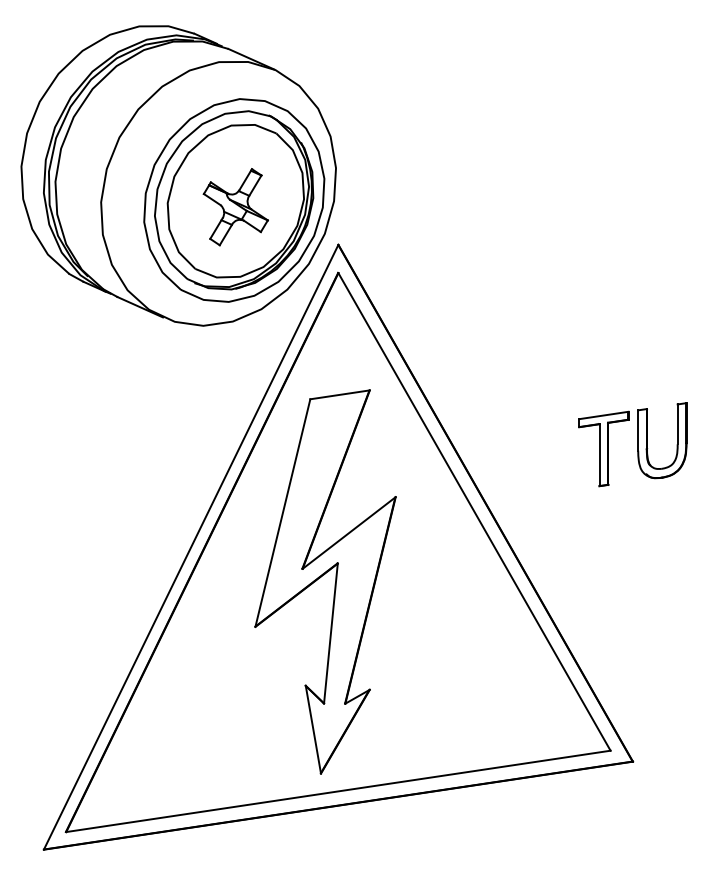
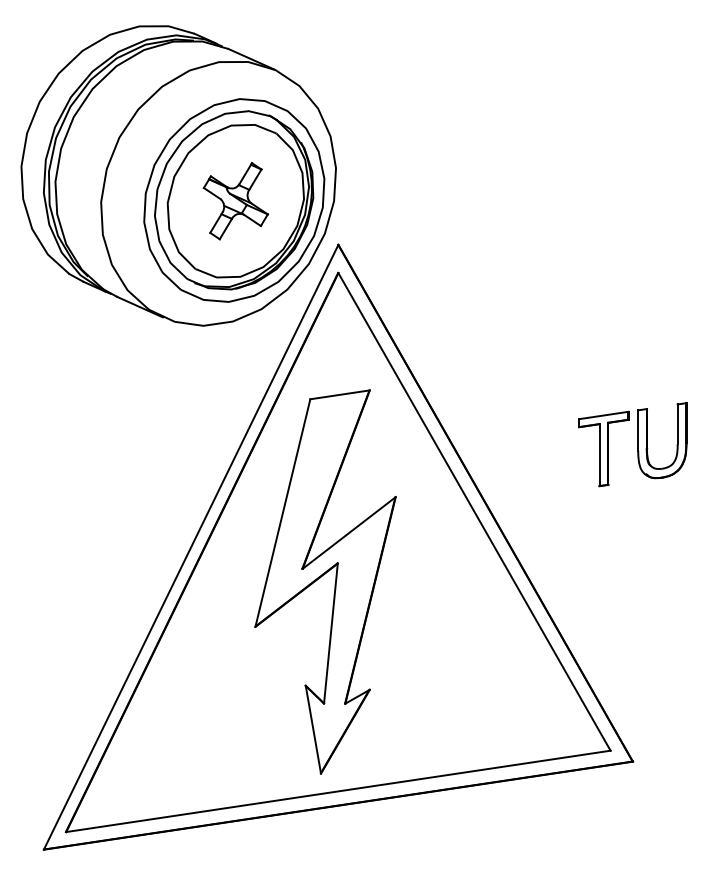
part at (235, 207) position: (235, 207) -> (235, 201)
